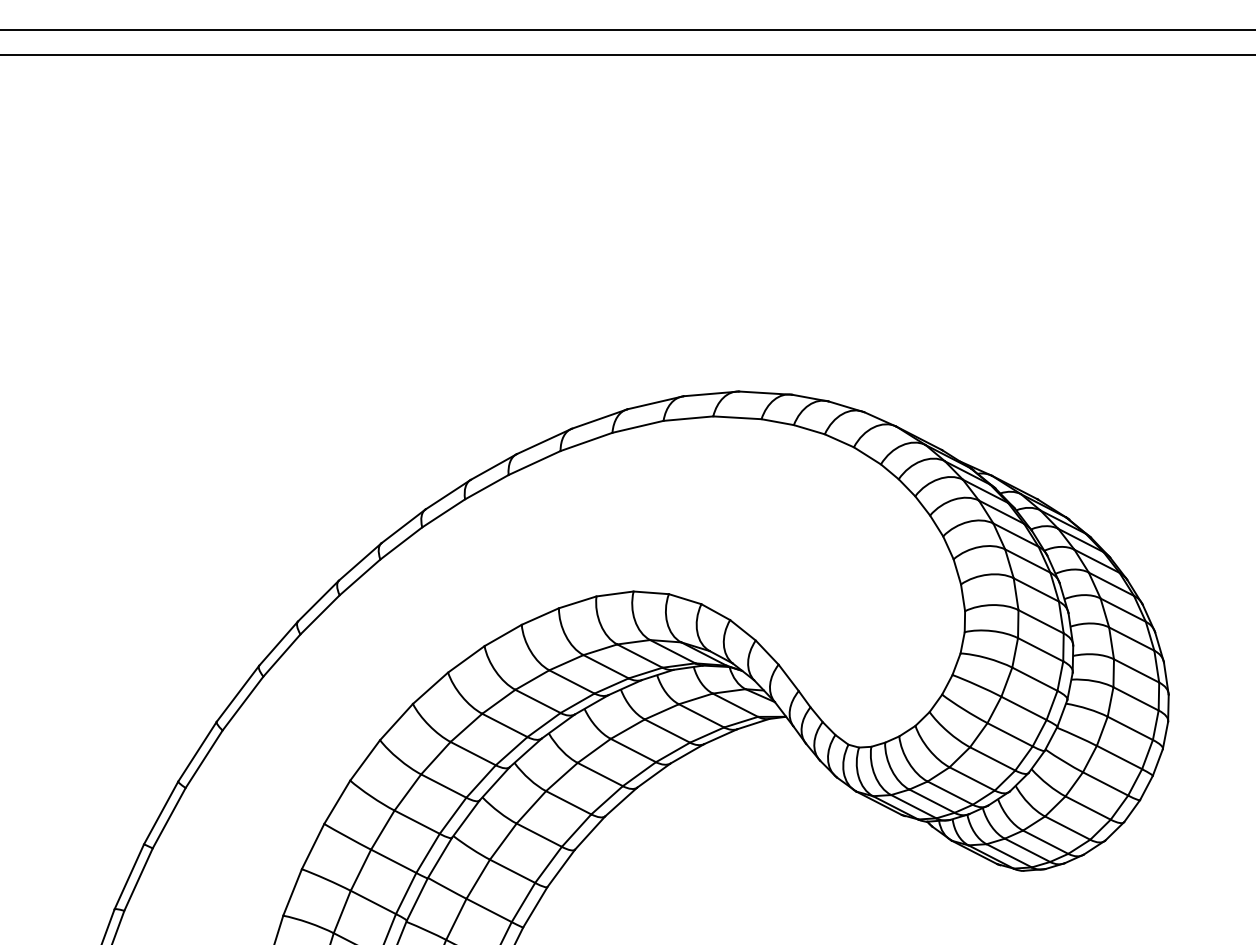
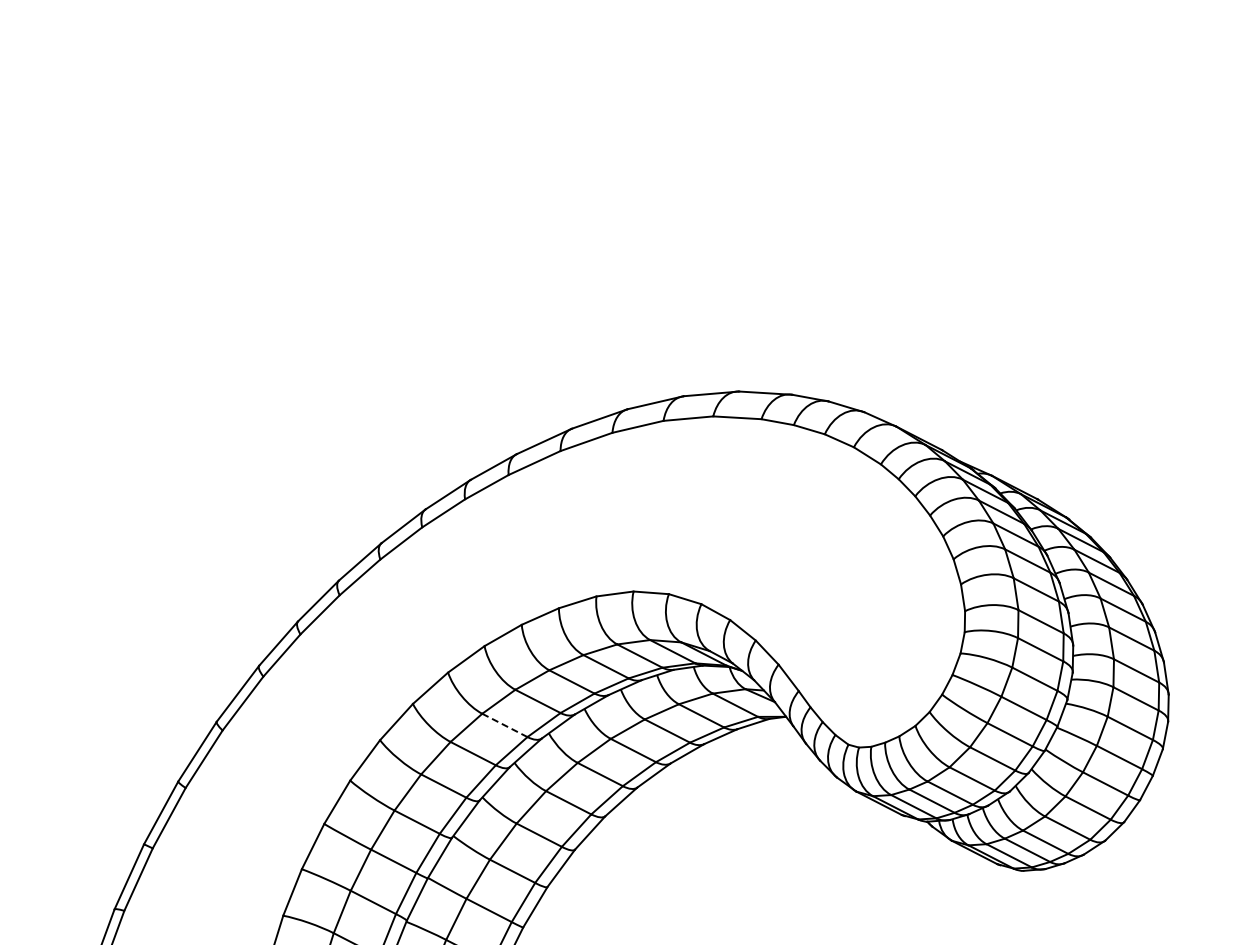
line at (627, 30): present -> none
line at (627, 55): present -> none
line at (505, 725): solid -> dashed
